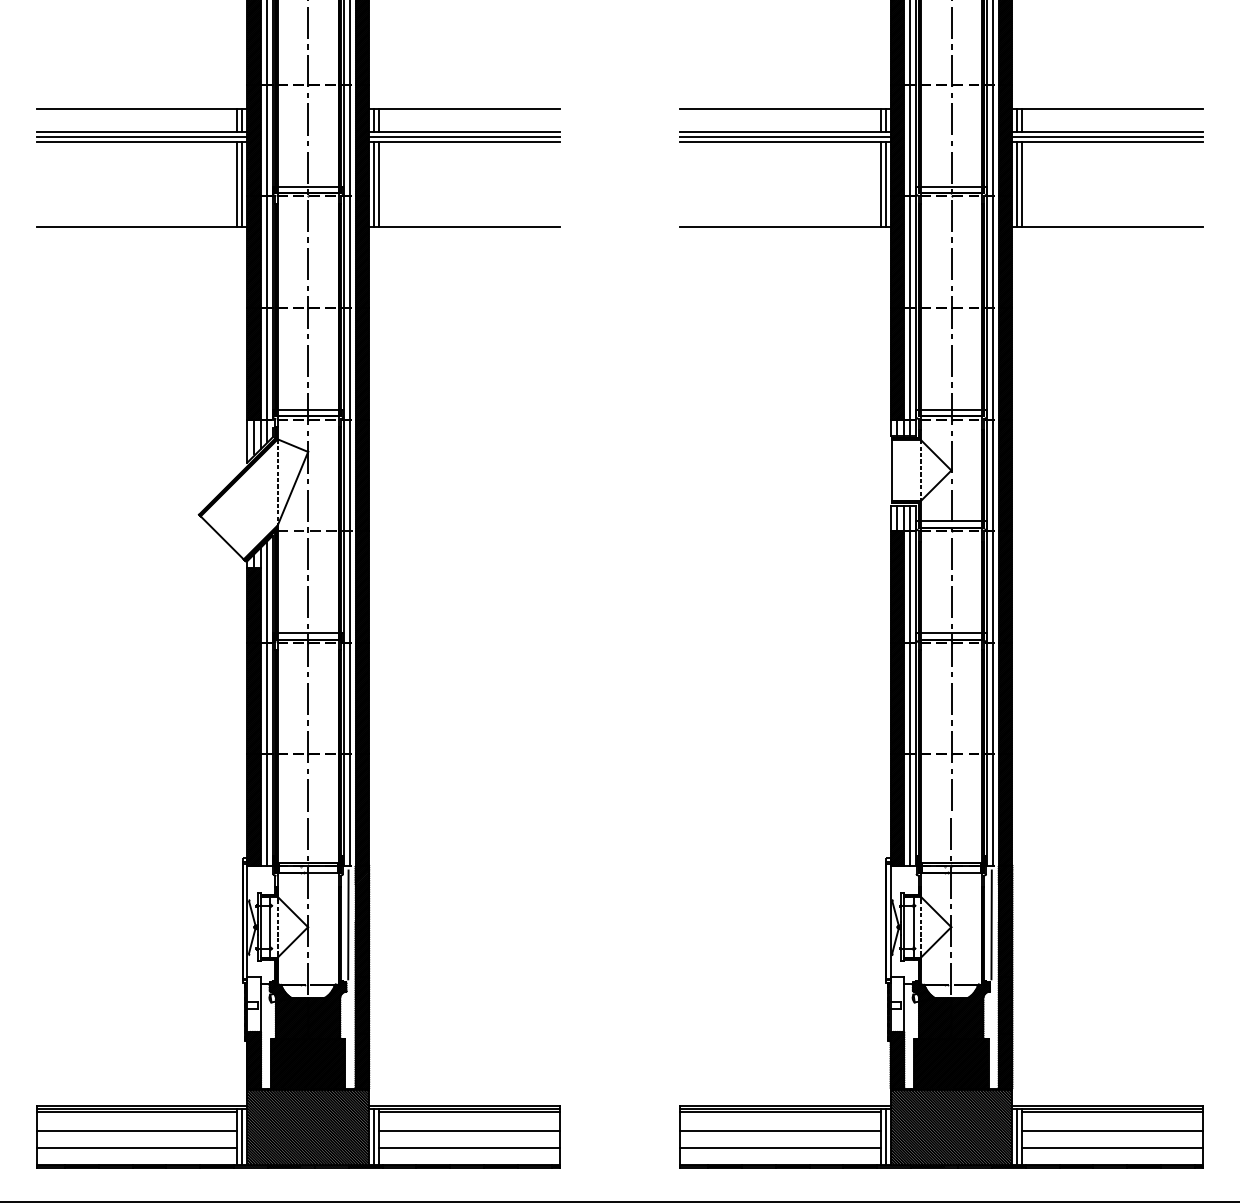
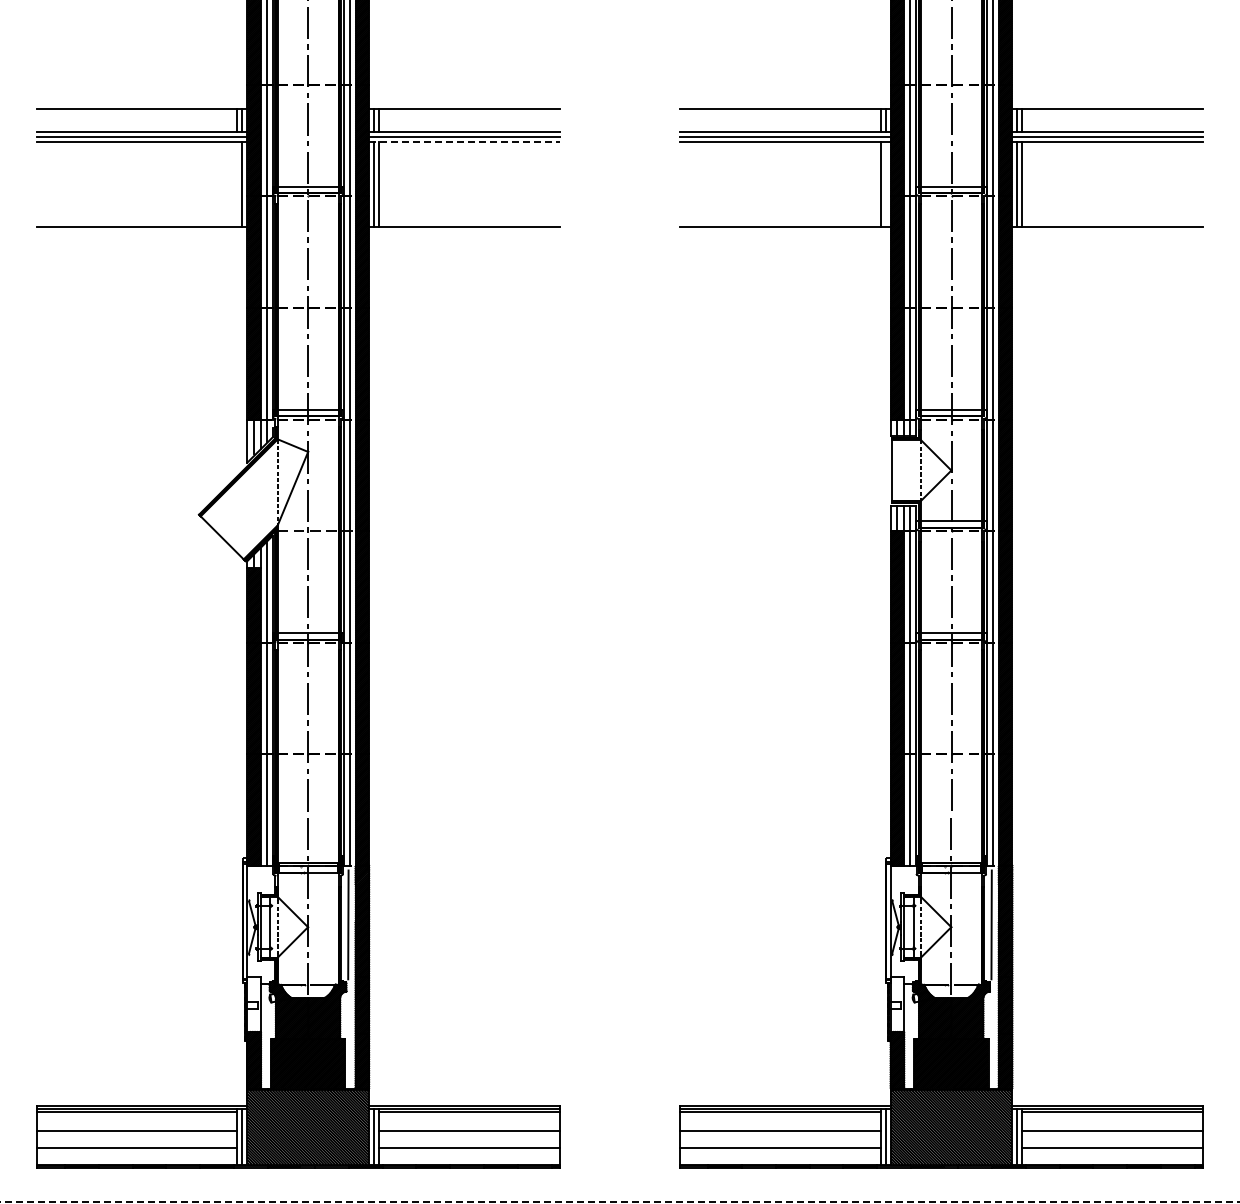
line at (464, 142): solid -> dashed
line at (237, 184): present -> none
line at (885, 184): present -> none
line at (619, 1201): solid -> dashed
